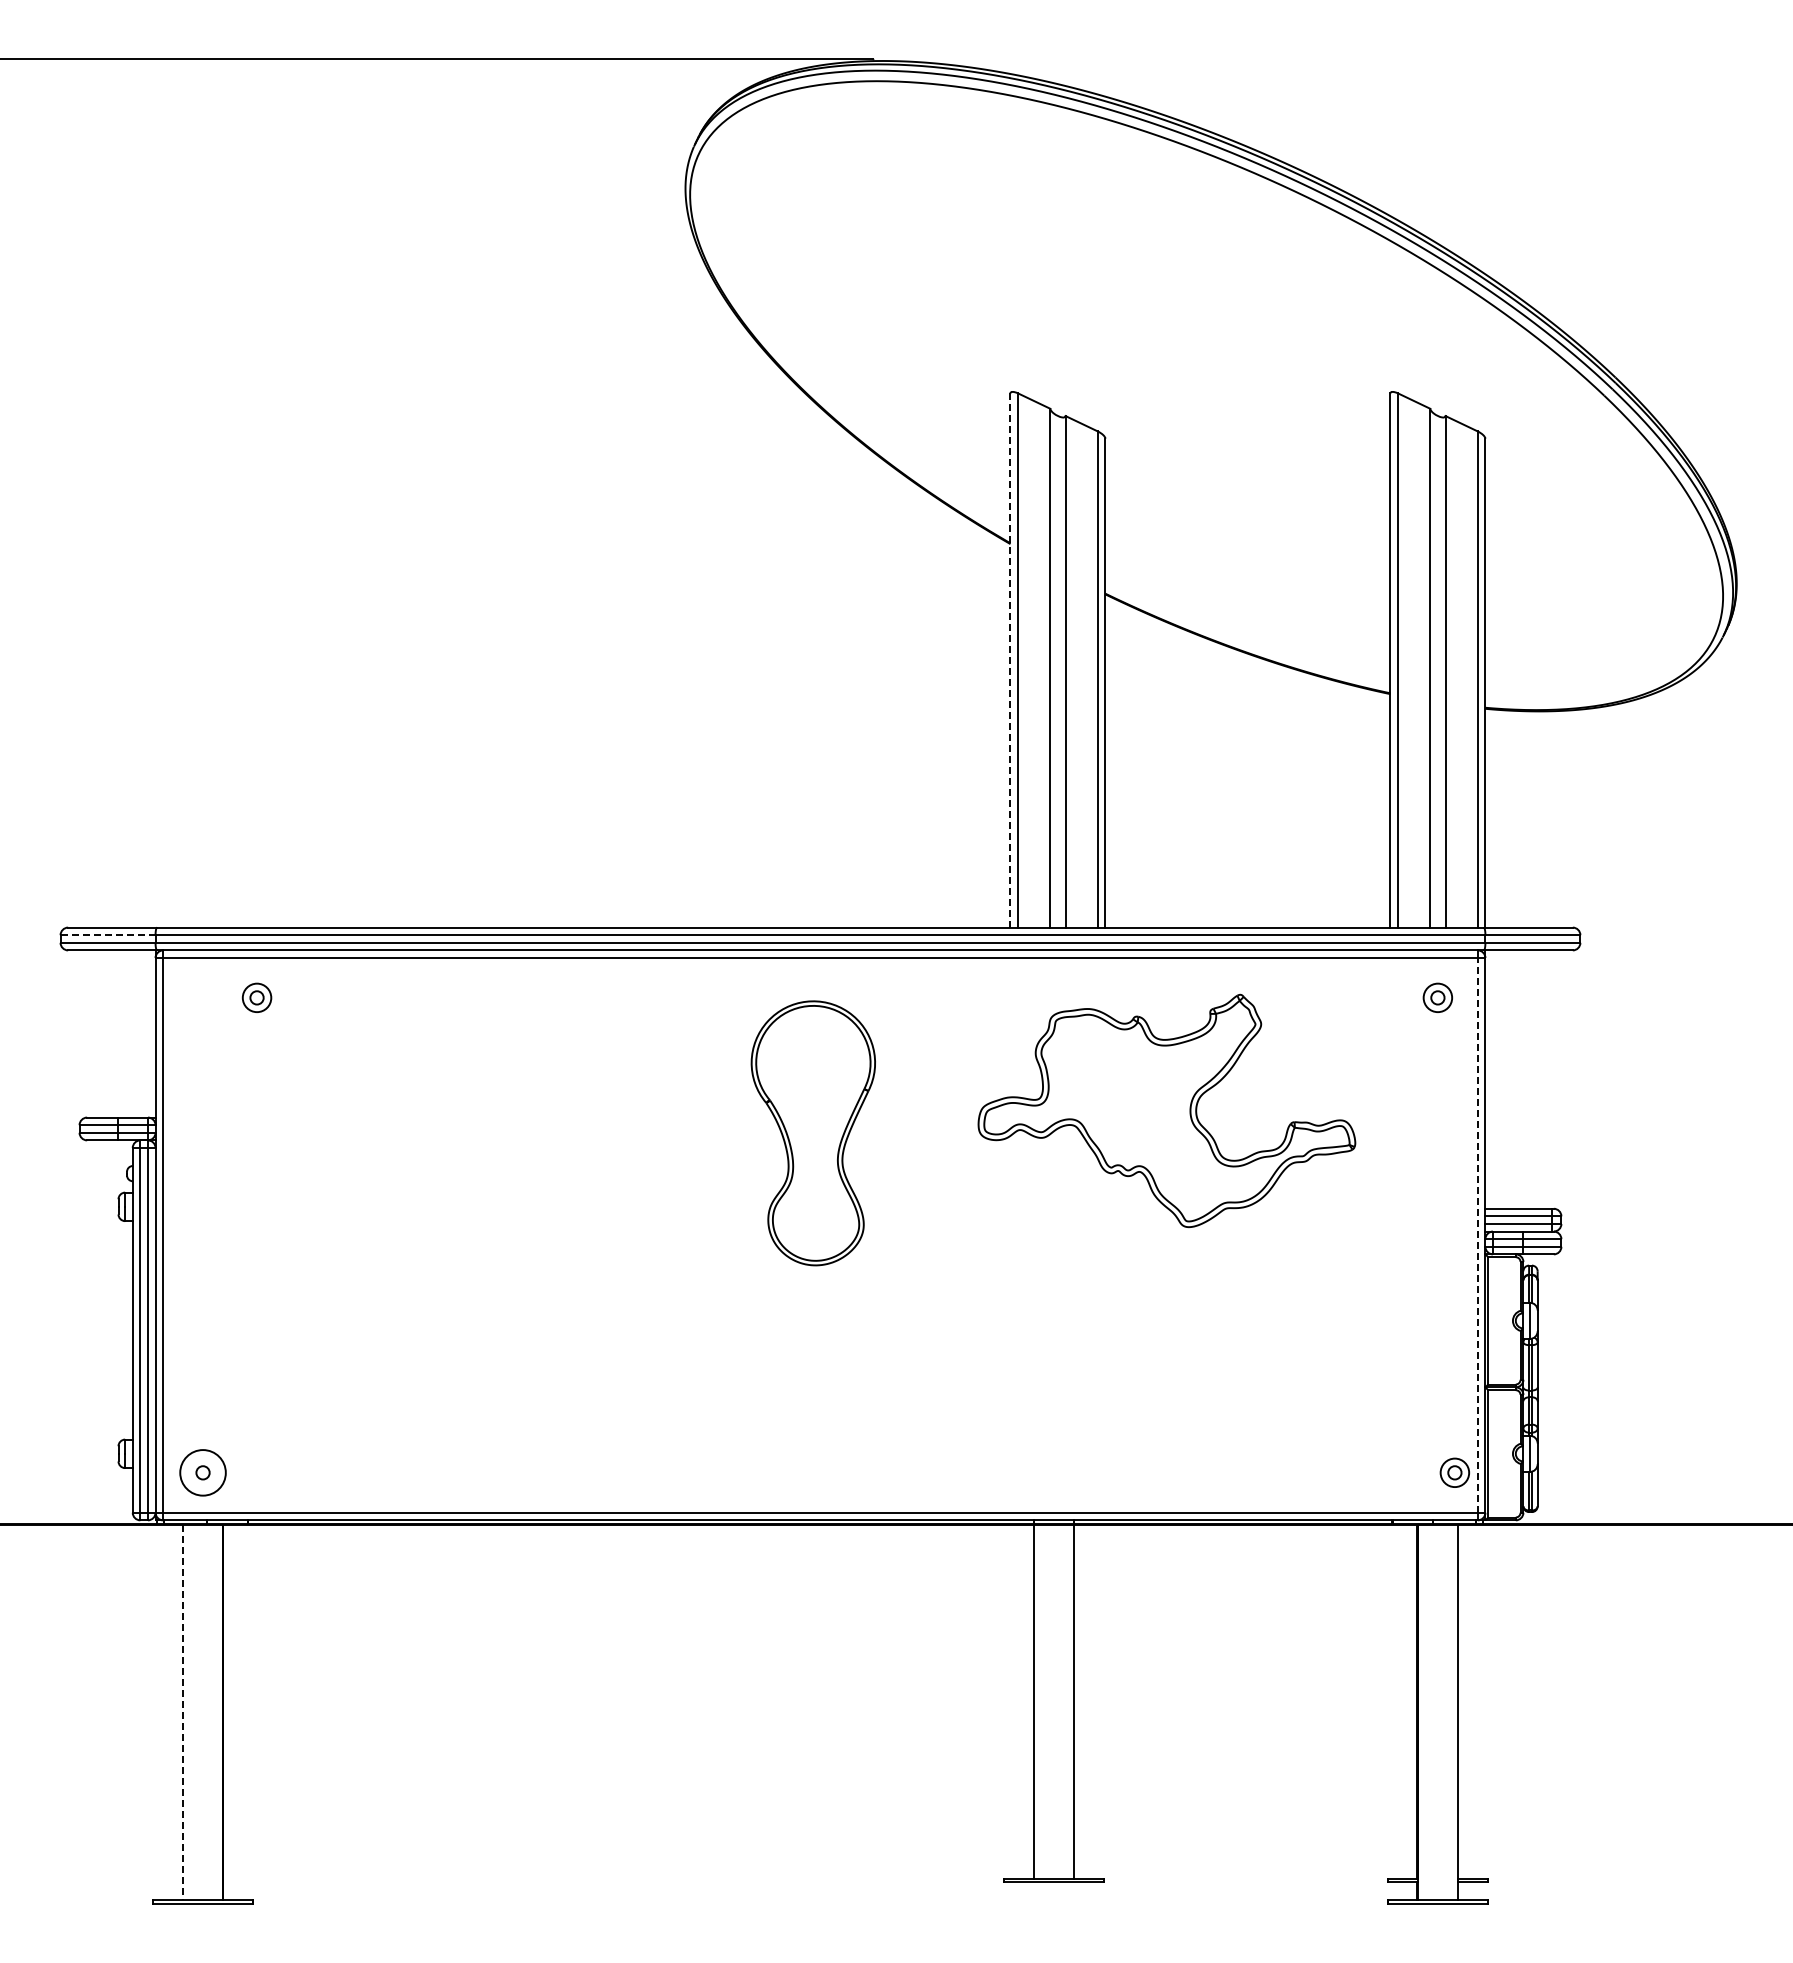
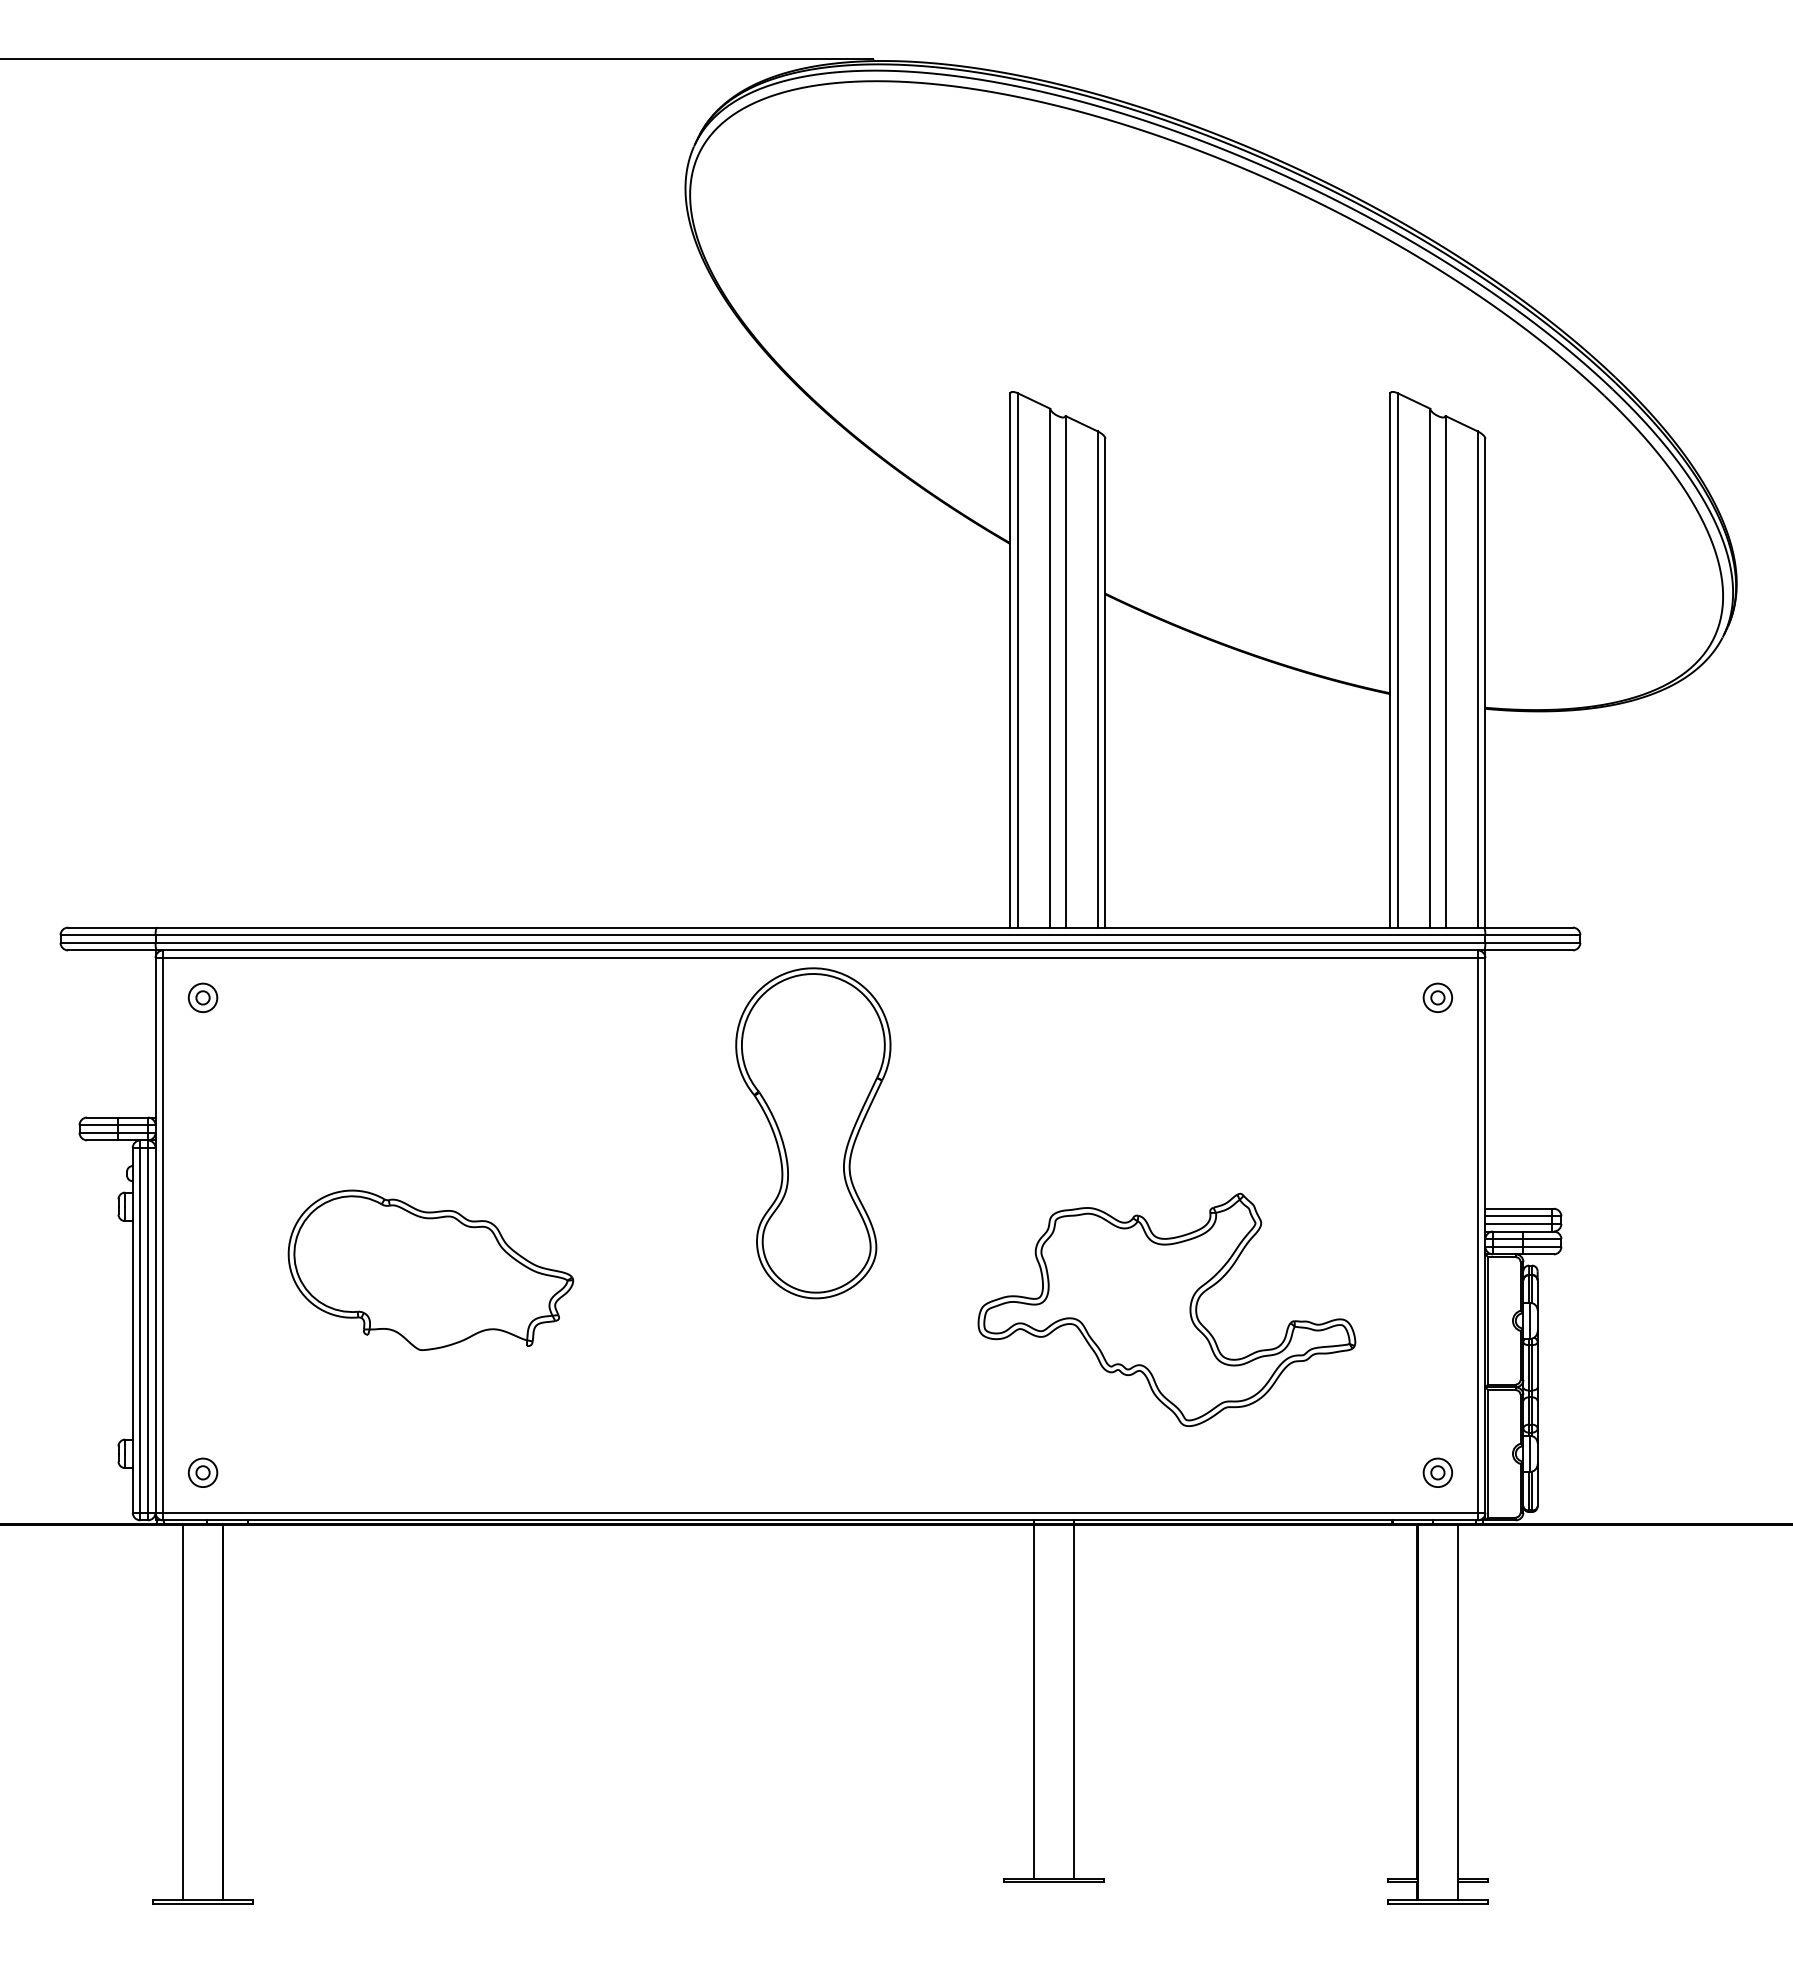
line at (1010, 661): dashed -> solid
line at (107, 935): dashed -> solid
part at (256, 997) position: (256, 997) -> (202, 997)
part at (1166, 1110) position: (1166, 1110) -> (1166, 1309)
part at (812, 1133) size: 126x267 px -> 157x333 px
line at (1477, 1234): dashed -> solid
part at (430, 1269): none -> present
circle at (202, 1472) diameter: 46 px -> 28 px
part at (1454, 1472) position: (1454, 1472) -> (1437, 1472)
line at (182, 1712): dashed -> solid
